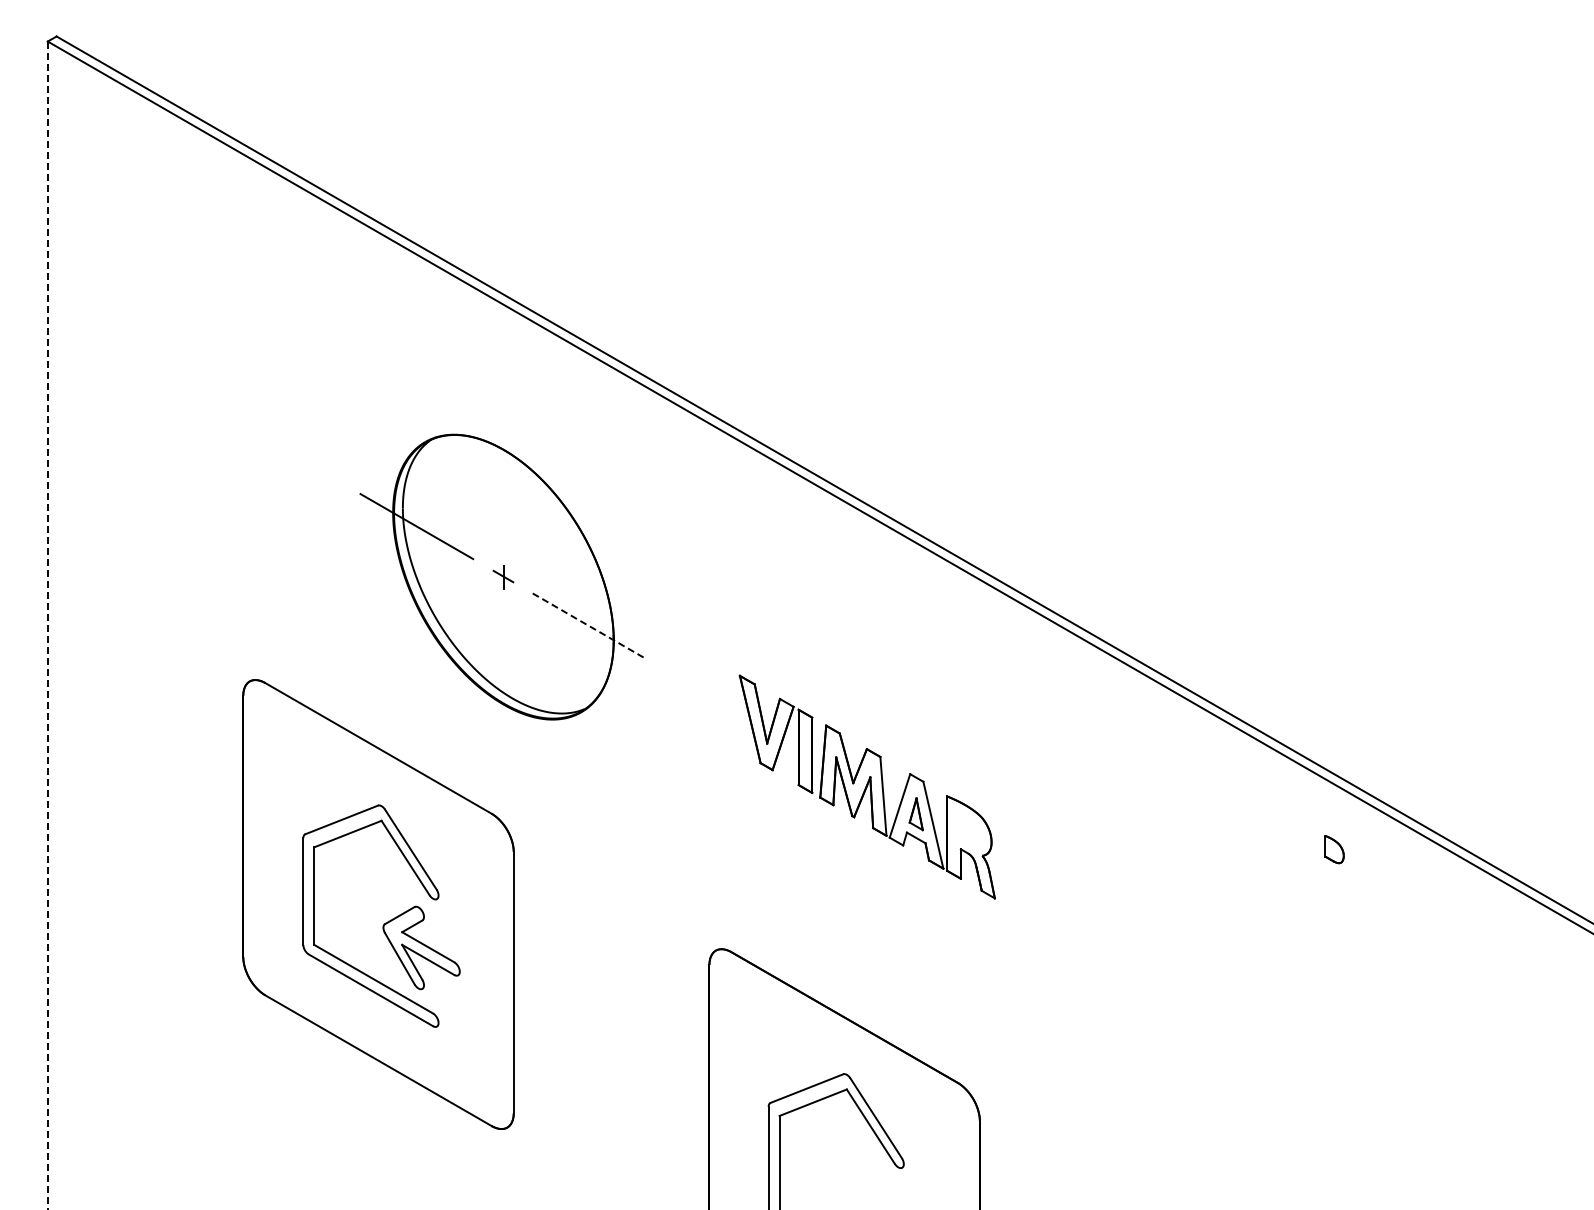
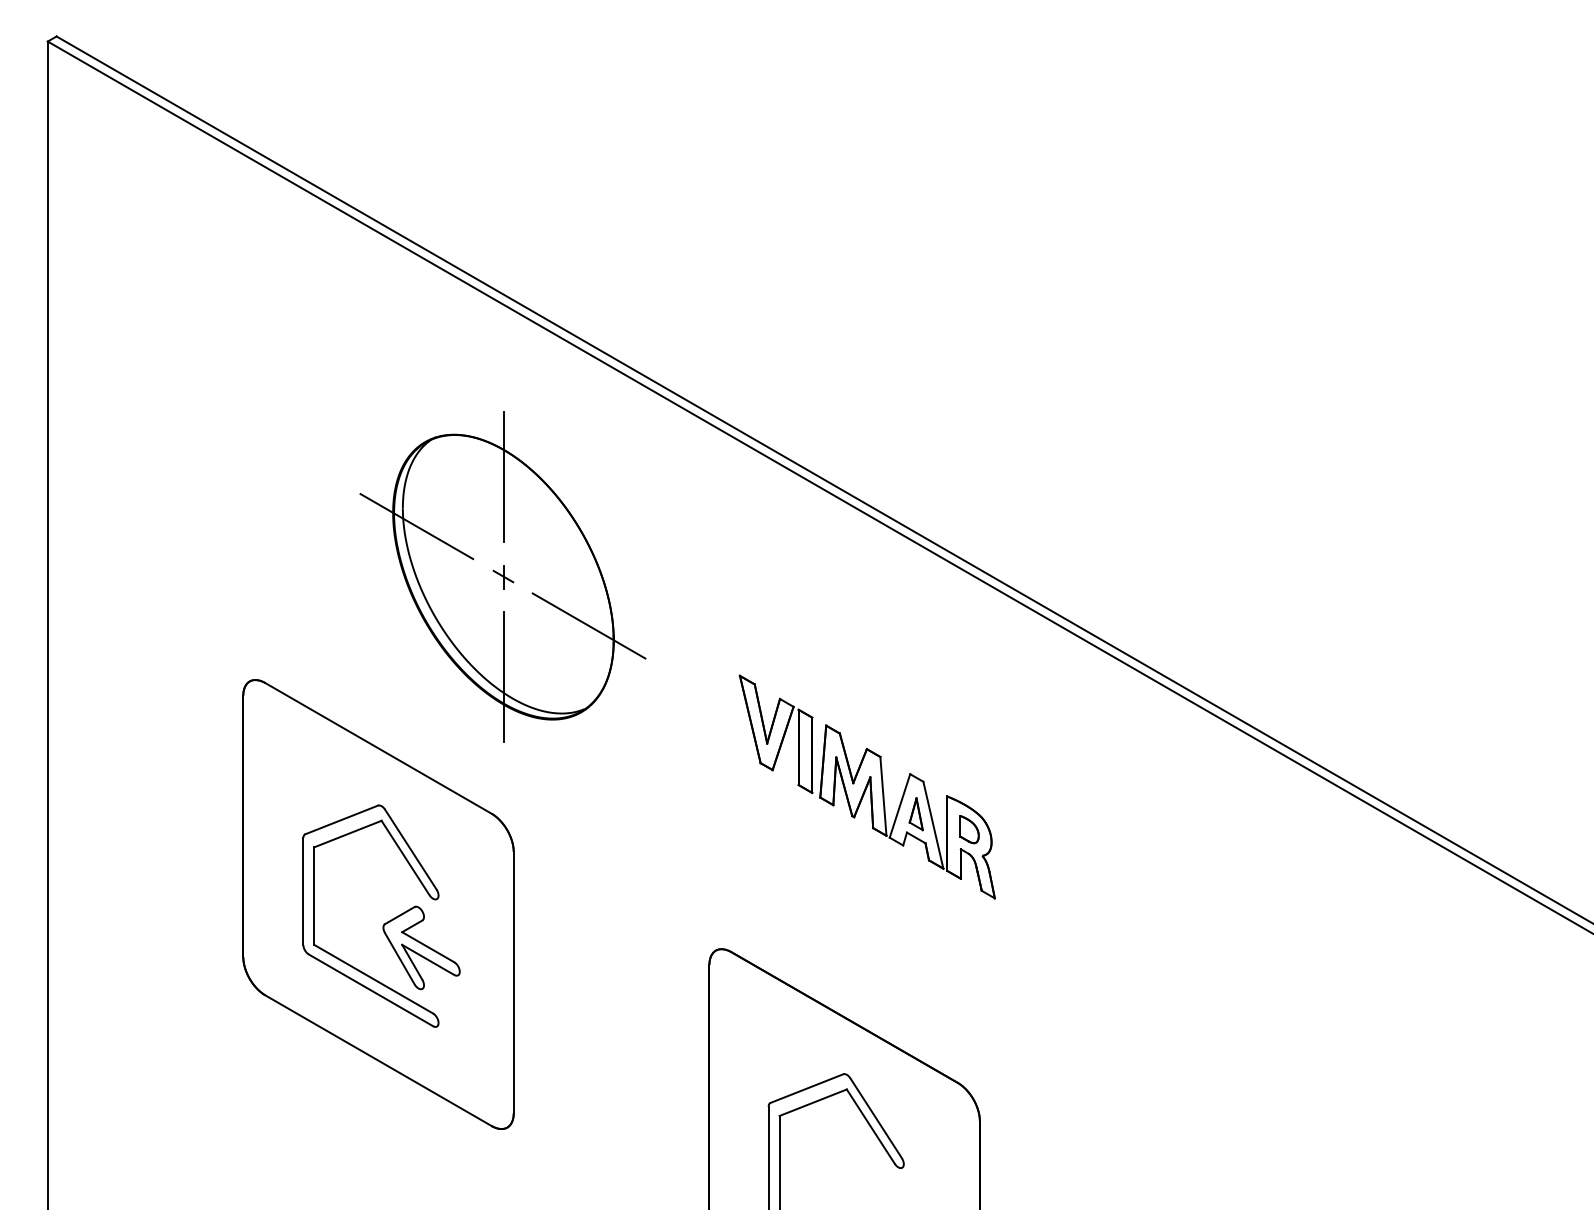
line at (503, 477): none -> present
line at (47, 625): dashed -> solid
line at (589, 626): dashed -> solid
line at (503, 677): none -> present
part at (1334, 849) position: (1334, 849) -> (969, 829)
